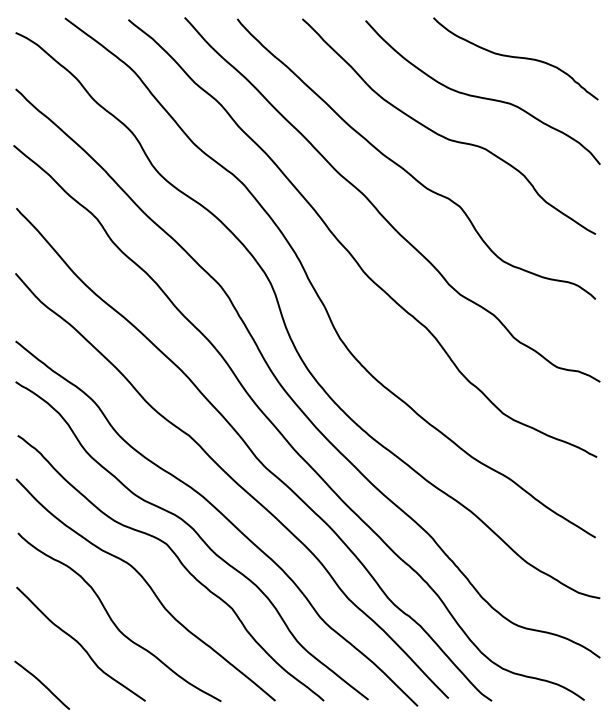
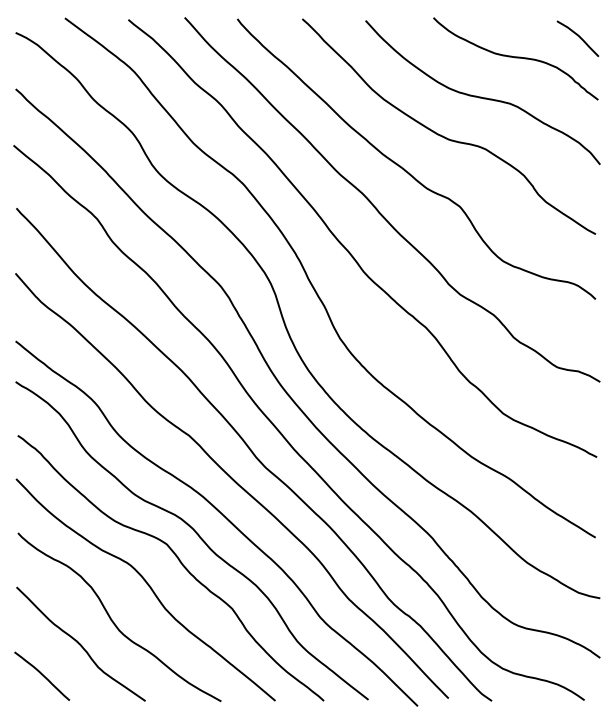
curve at (578, 37): none -> present
curve at (42, 684) position: (42, 684) -> (42, 675)
